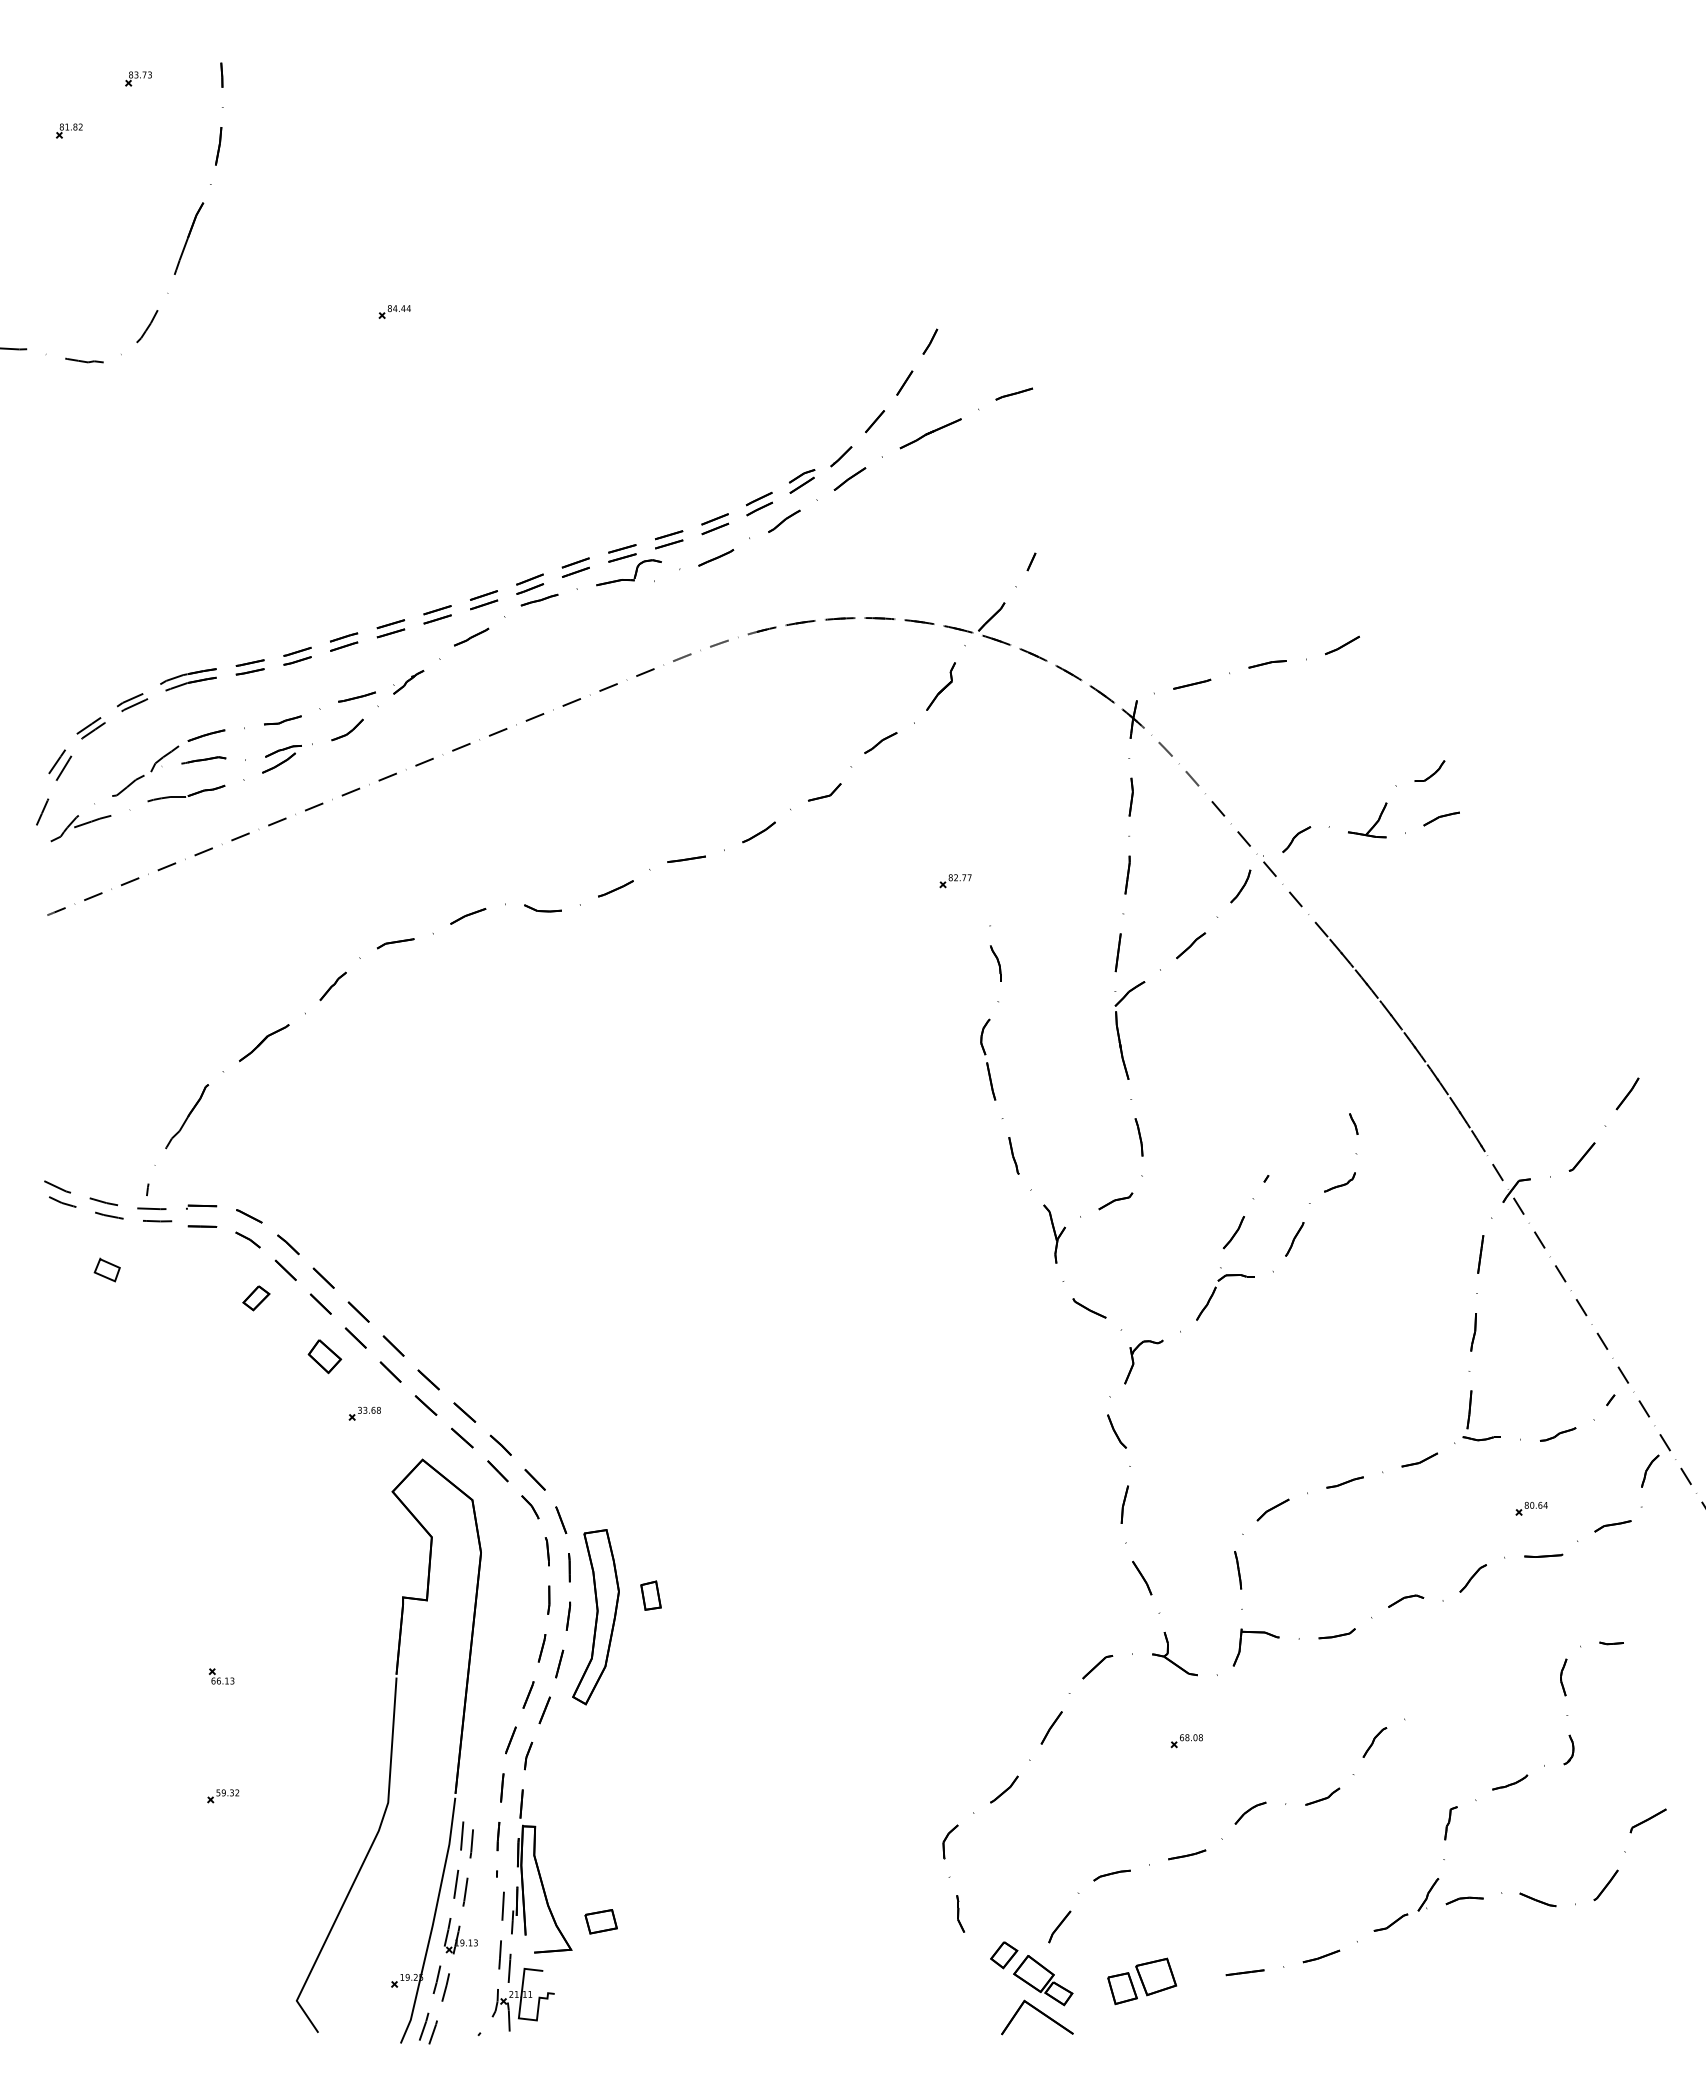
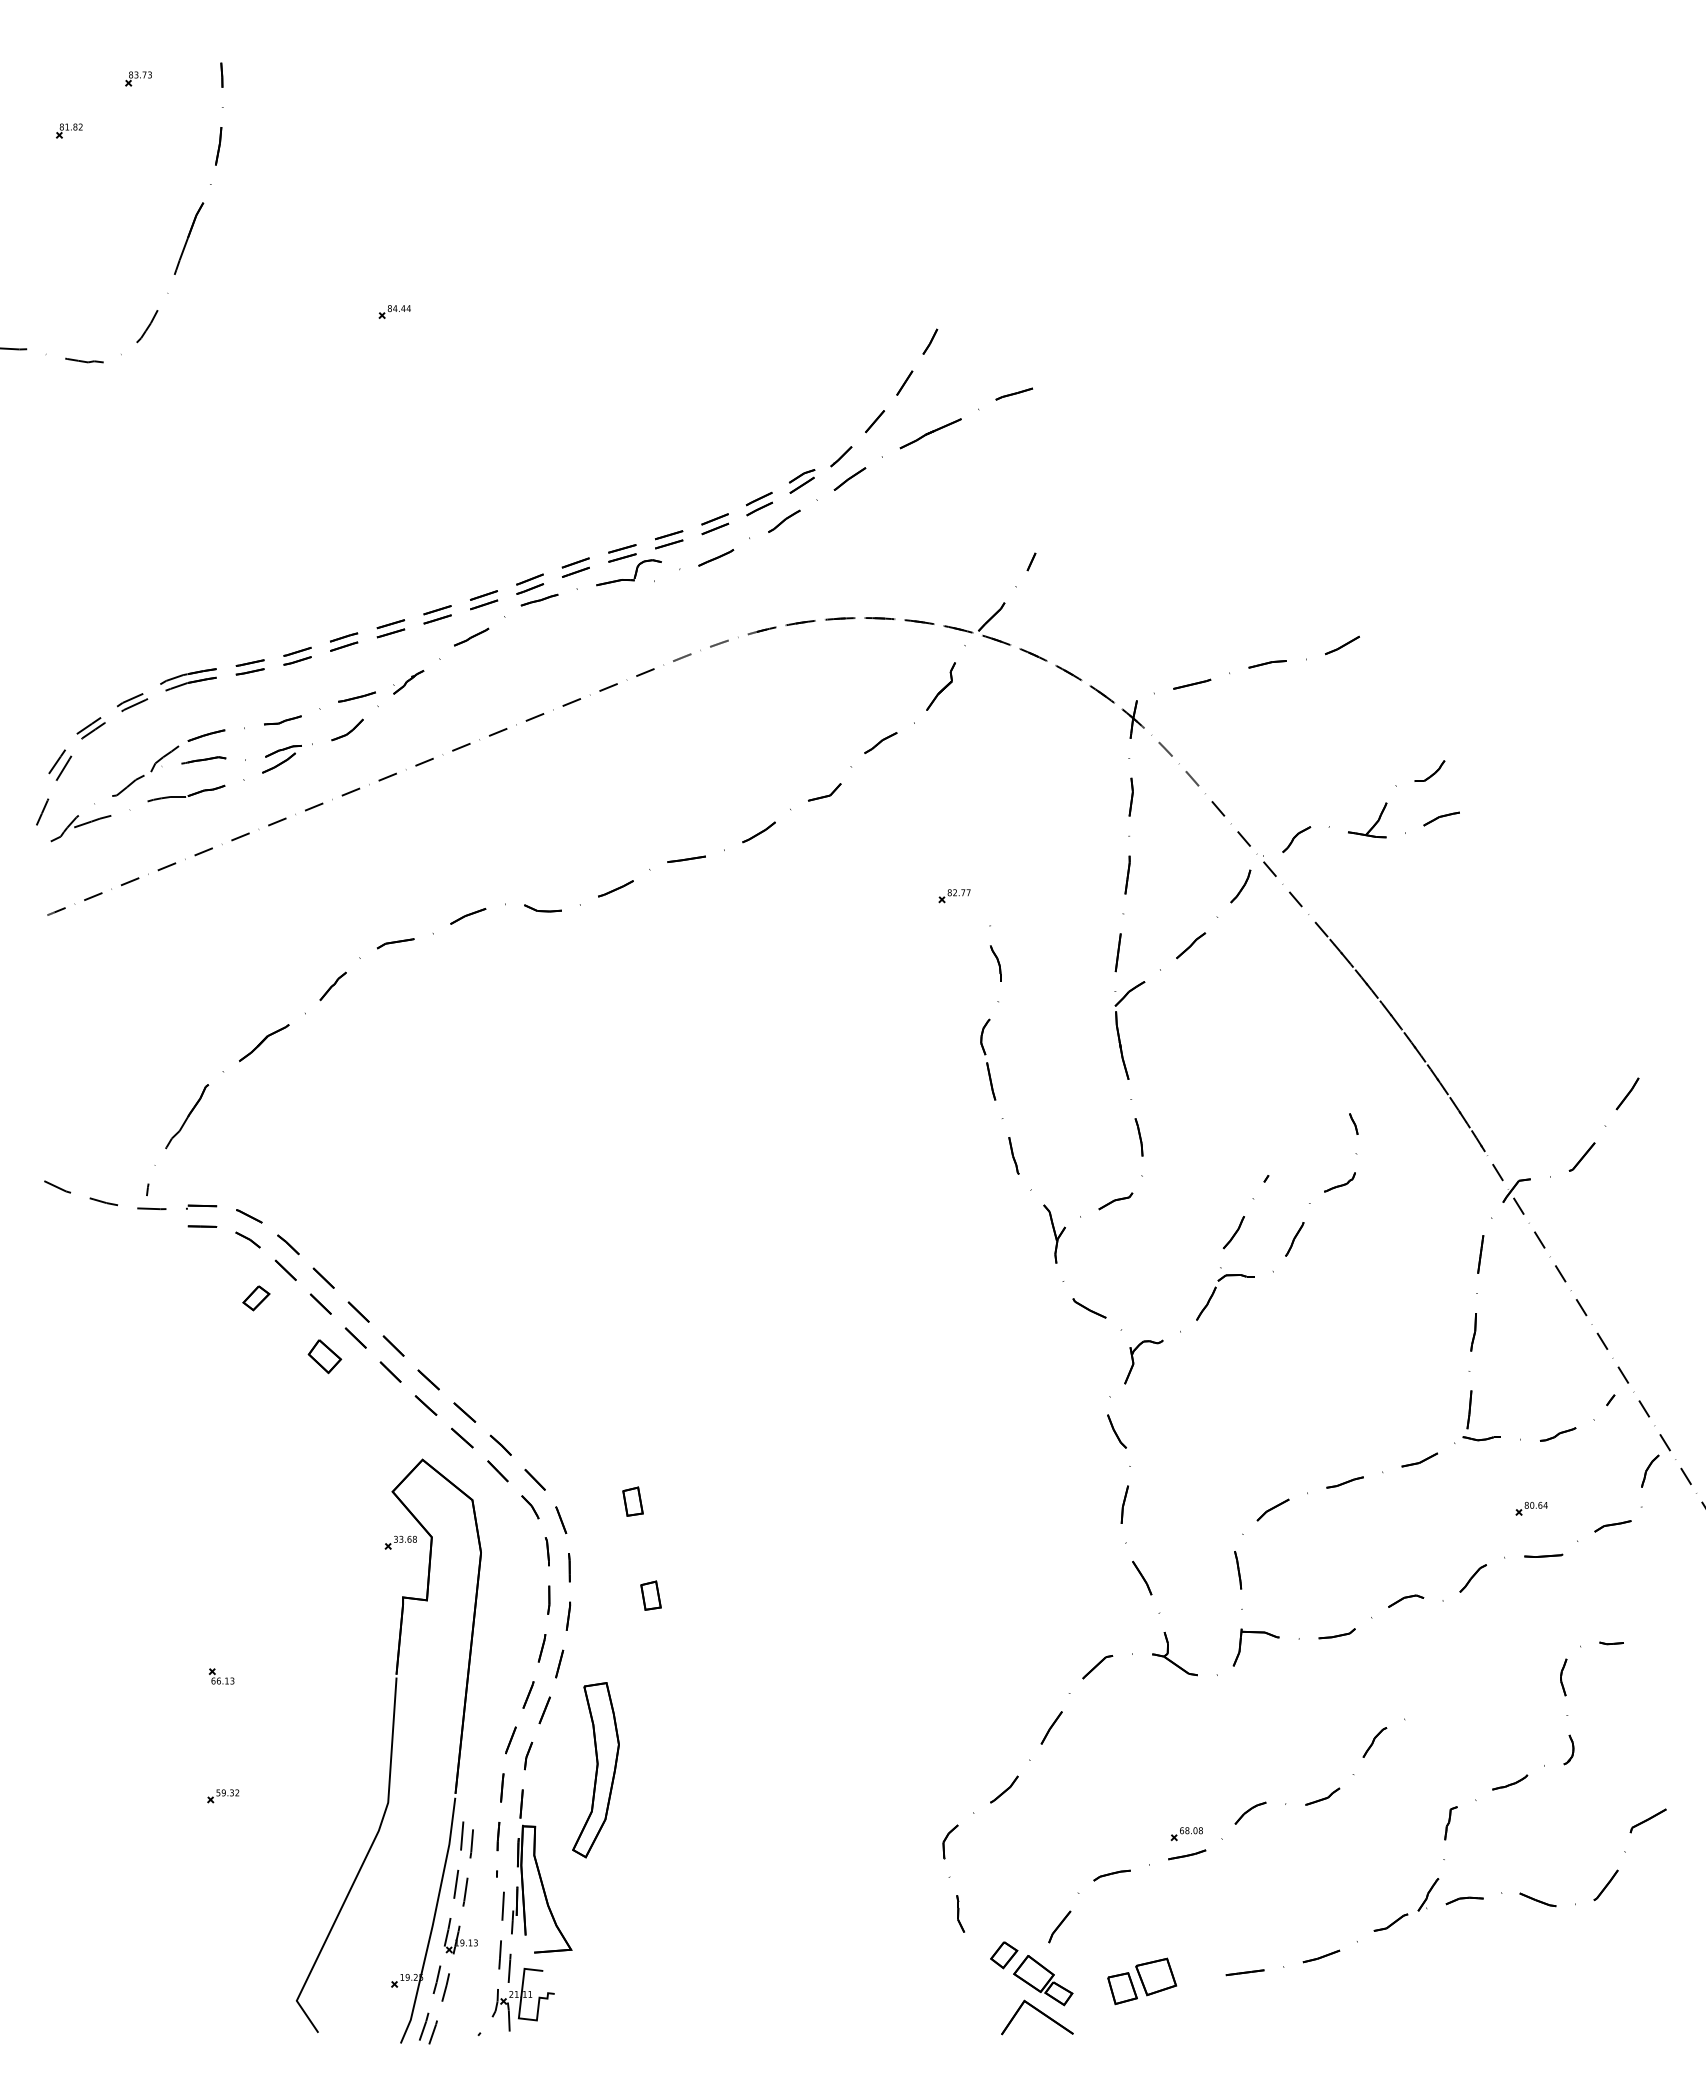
part at (955, 881) position: (955, 881) -> (954, 896)
curve at (107, 1214): present -> none
part at (106, 1269): present -> none
part at (364, 1413) position: (364, 1413) -> (400, 1542)
part at (632, 1501): none -> present
part at (595, 1617) position: (595, 1617) -> (595, 1770)
part at (1186, 1741) position: (1186, 1741) -> (1186, 1834)
part at (600, 1921): present -> none
